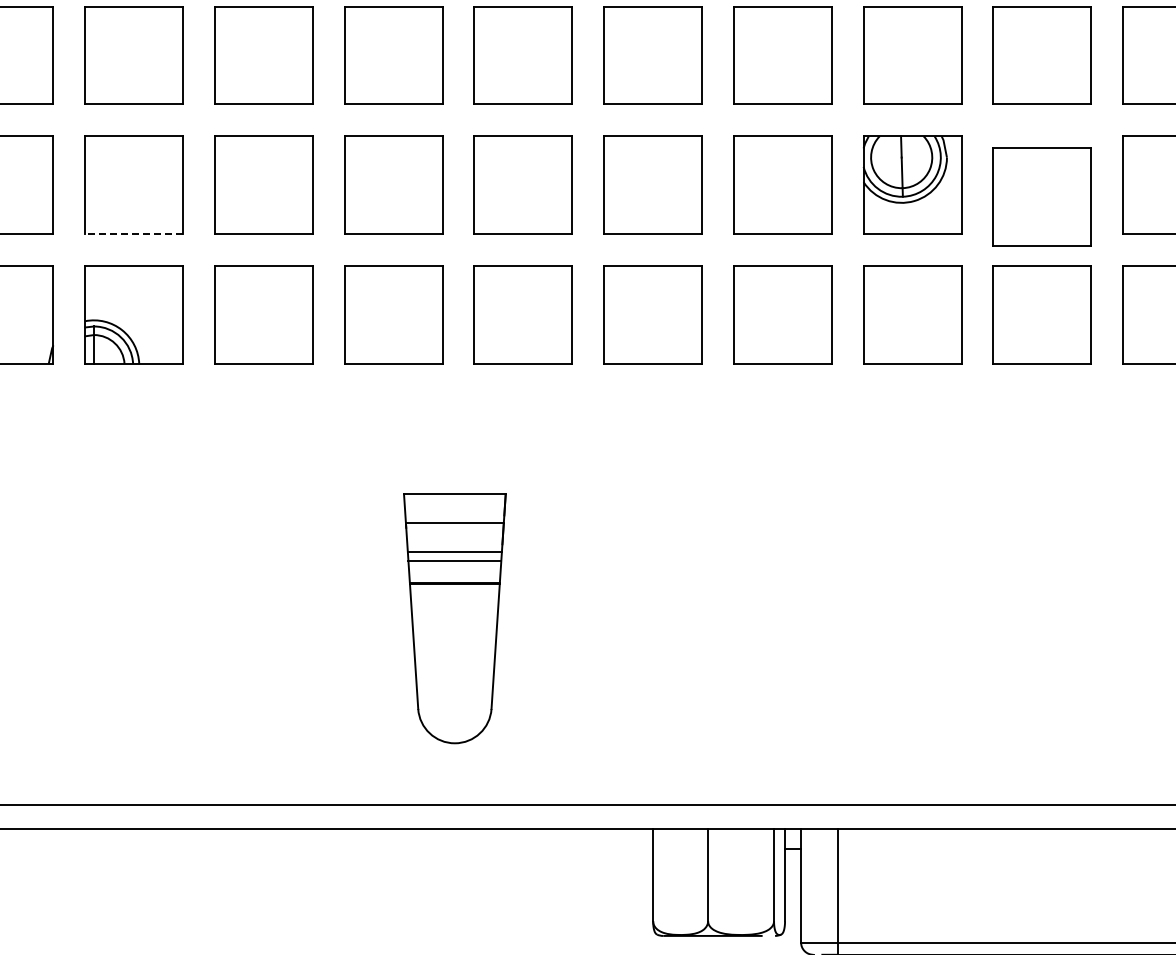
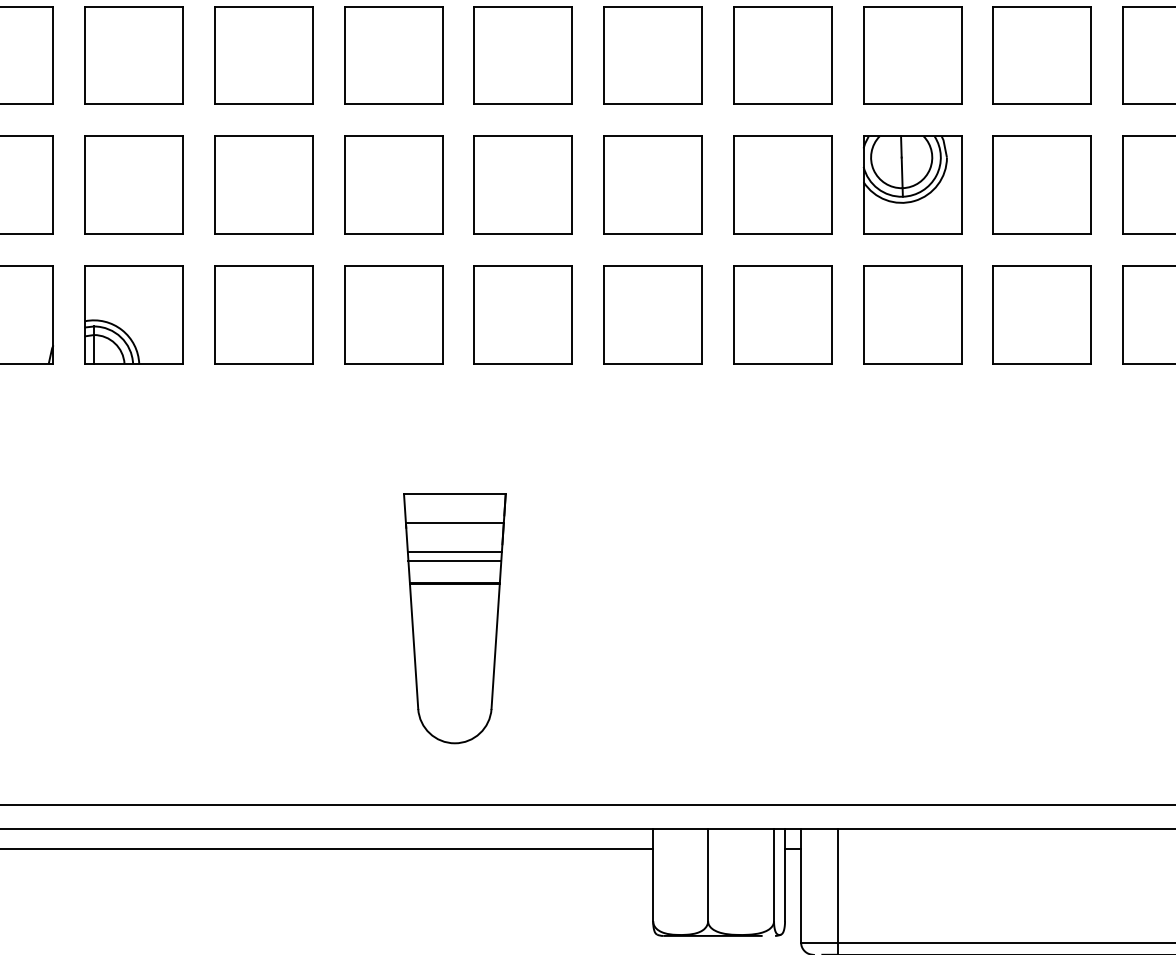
part at (1041, 196) position: (1041, 196) -> (1041, 184)
line at (134, 234): dashed -> solid
line at (327, 848): none -> present
